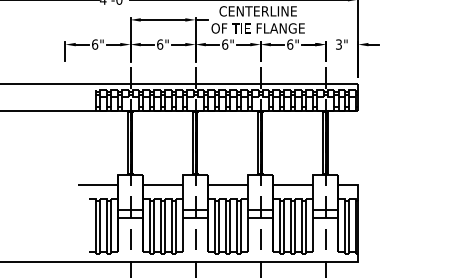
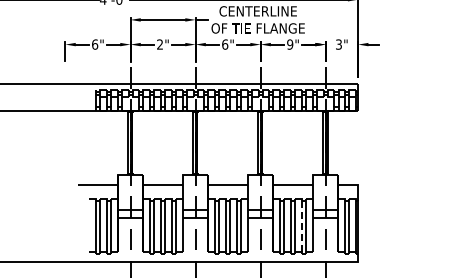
text at (160, 44): 6" -> 2"
text at (290, 44): 6" -> 9"
line at (301, 227): solid -> dashed
